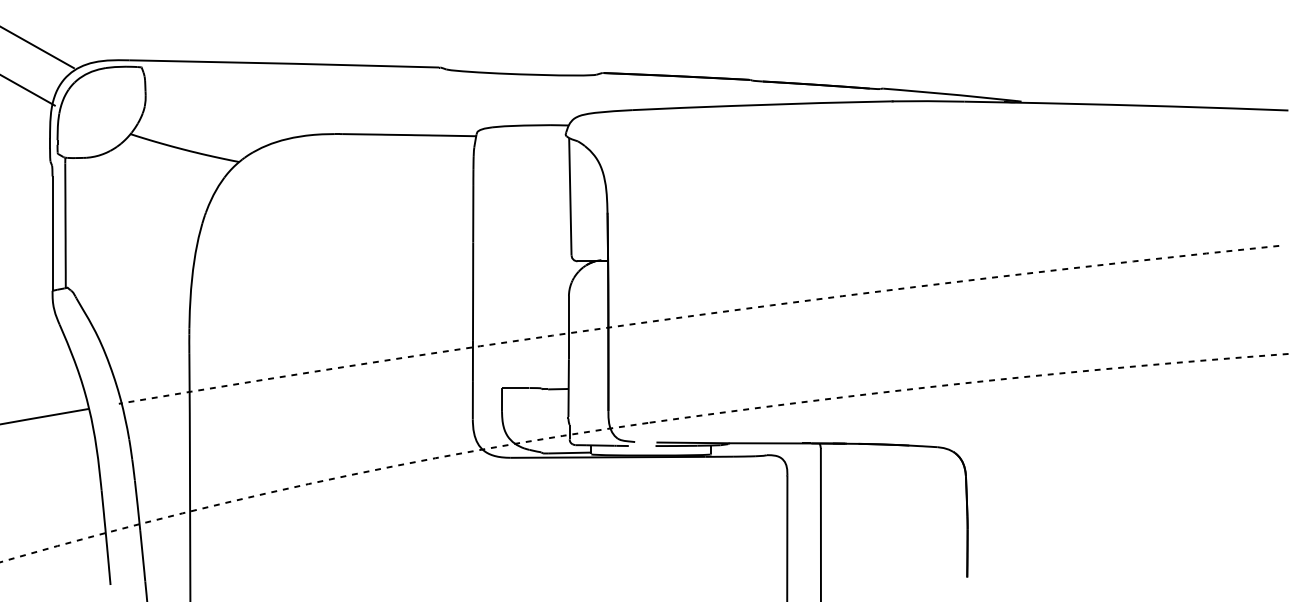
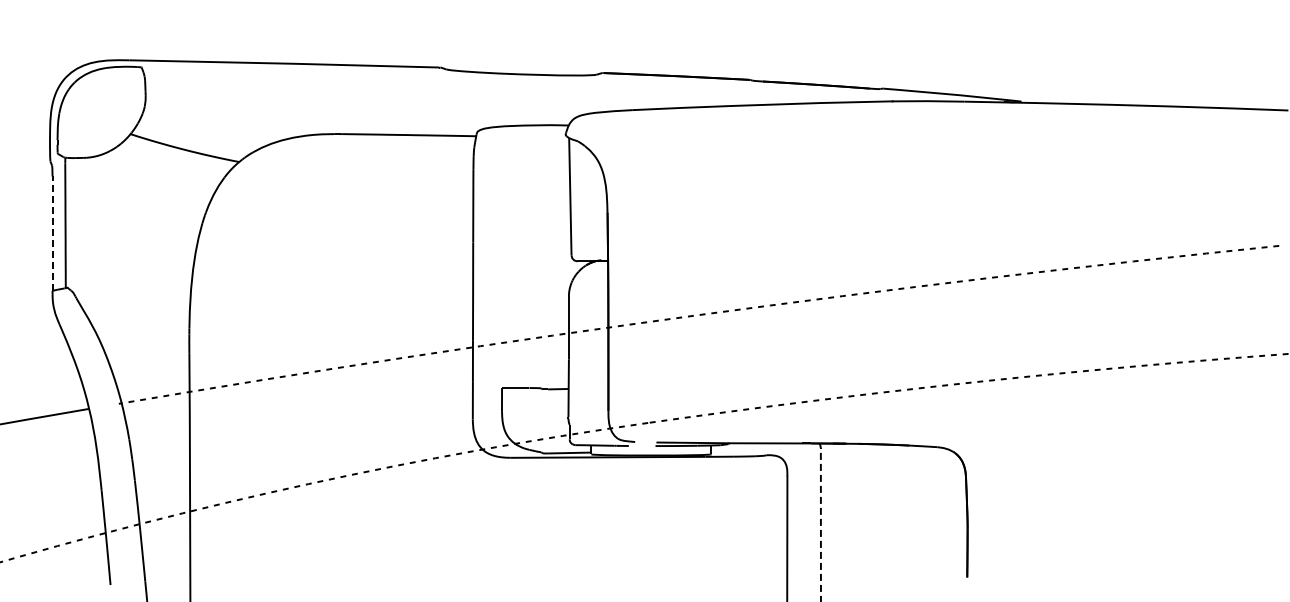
line at (37, 47): present -> none
line at (28, 90): present -> none
line at (52, 233): solid -> dashed
line at (820, 524): solid -> dashed
